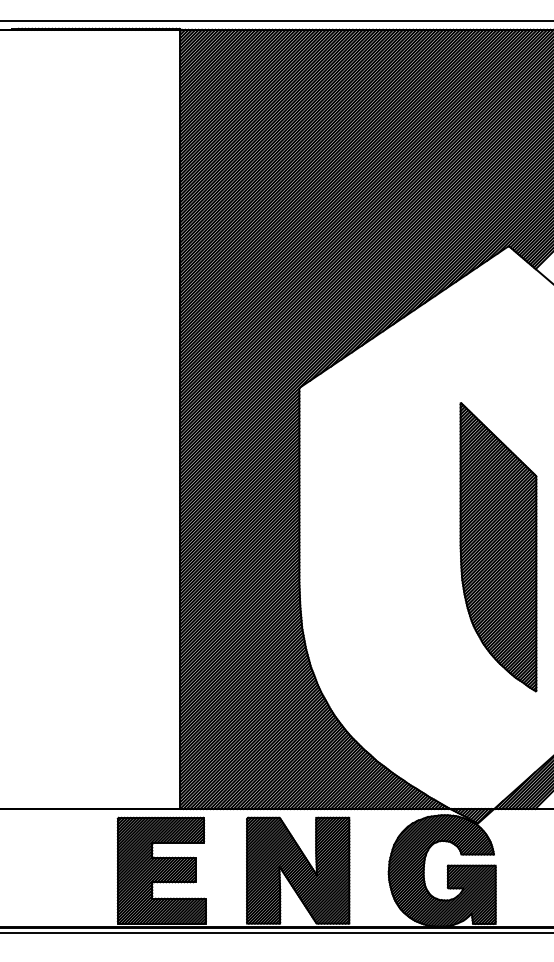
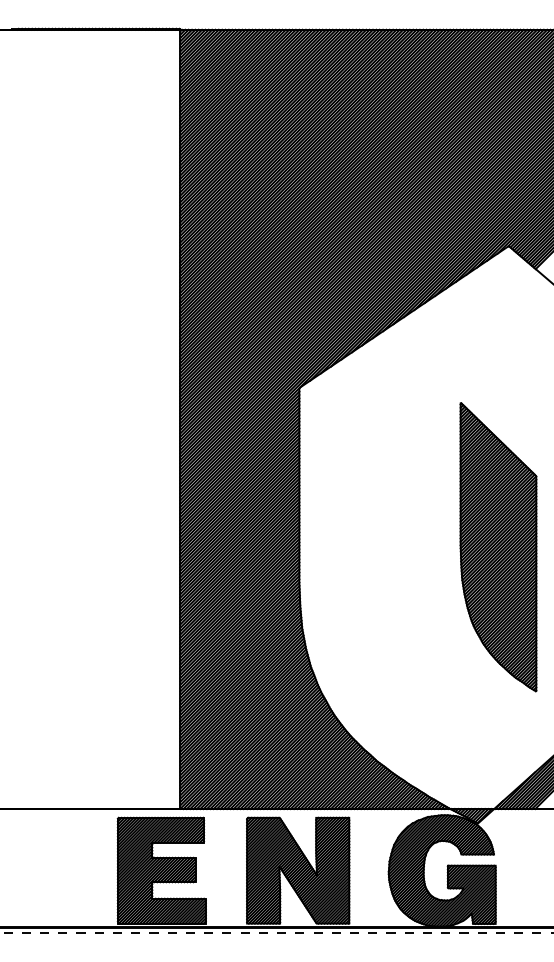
line at (276, 21): present -> none
line at (277, 933): solid -> dashed
